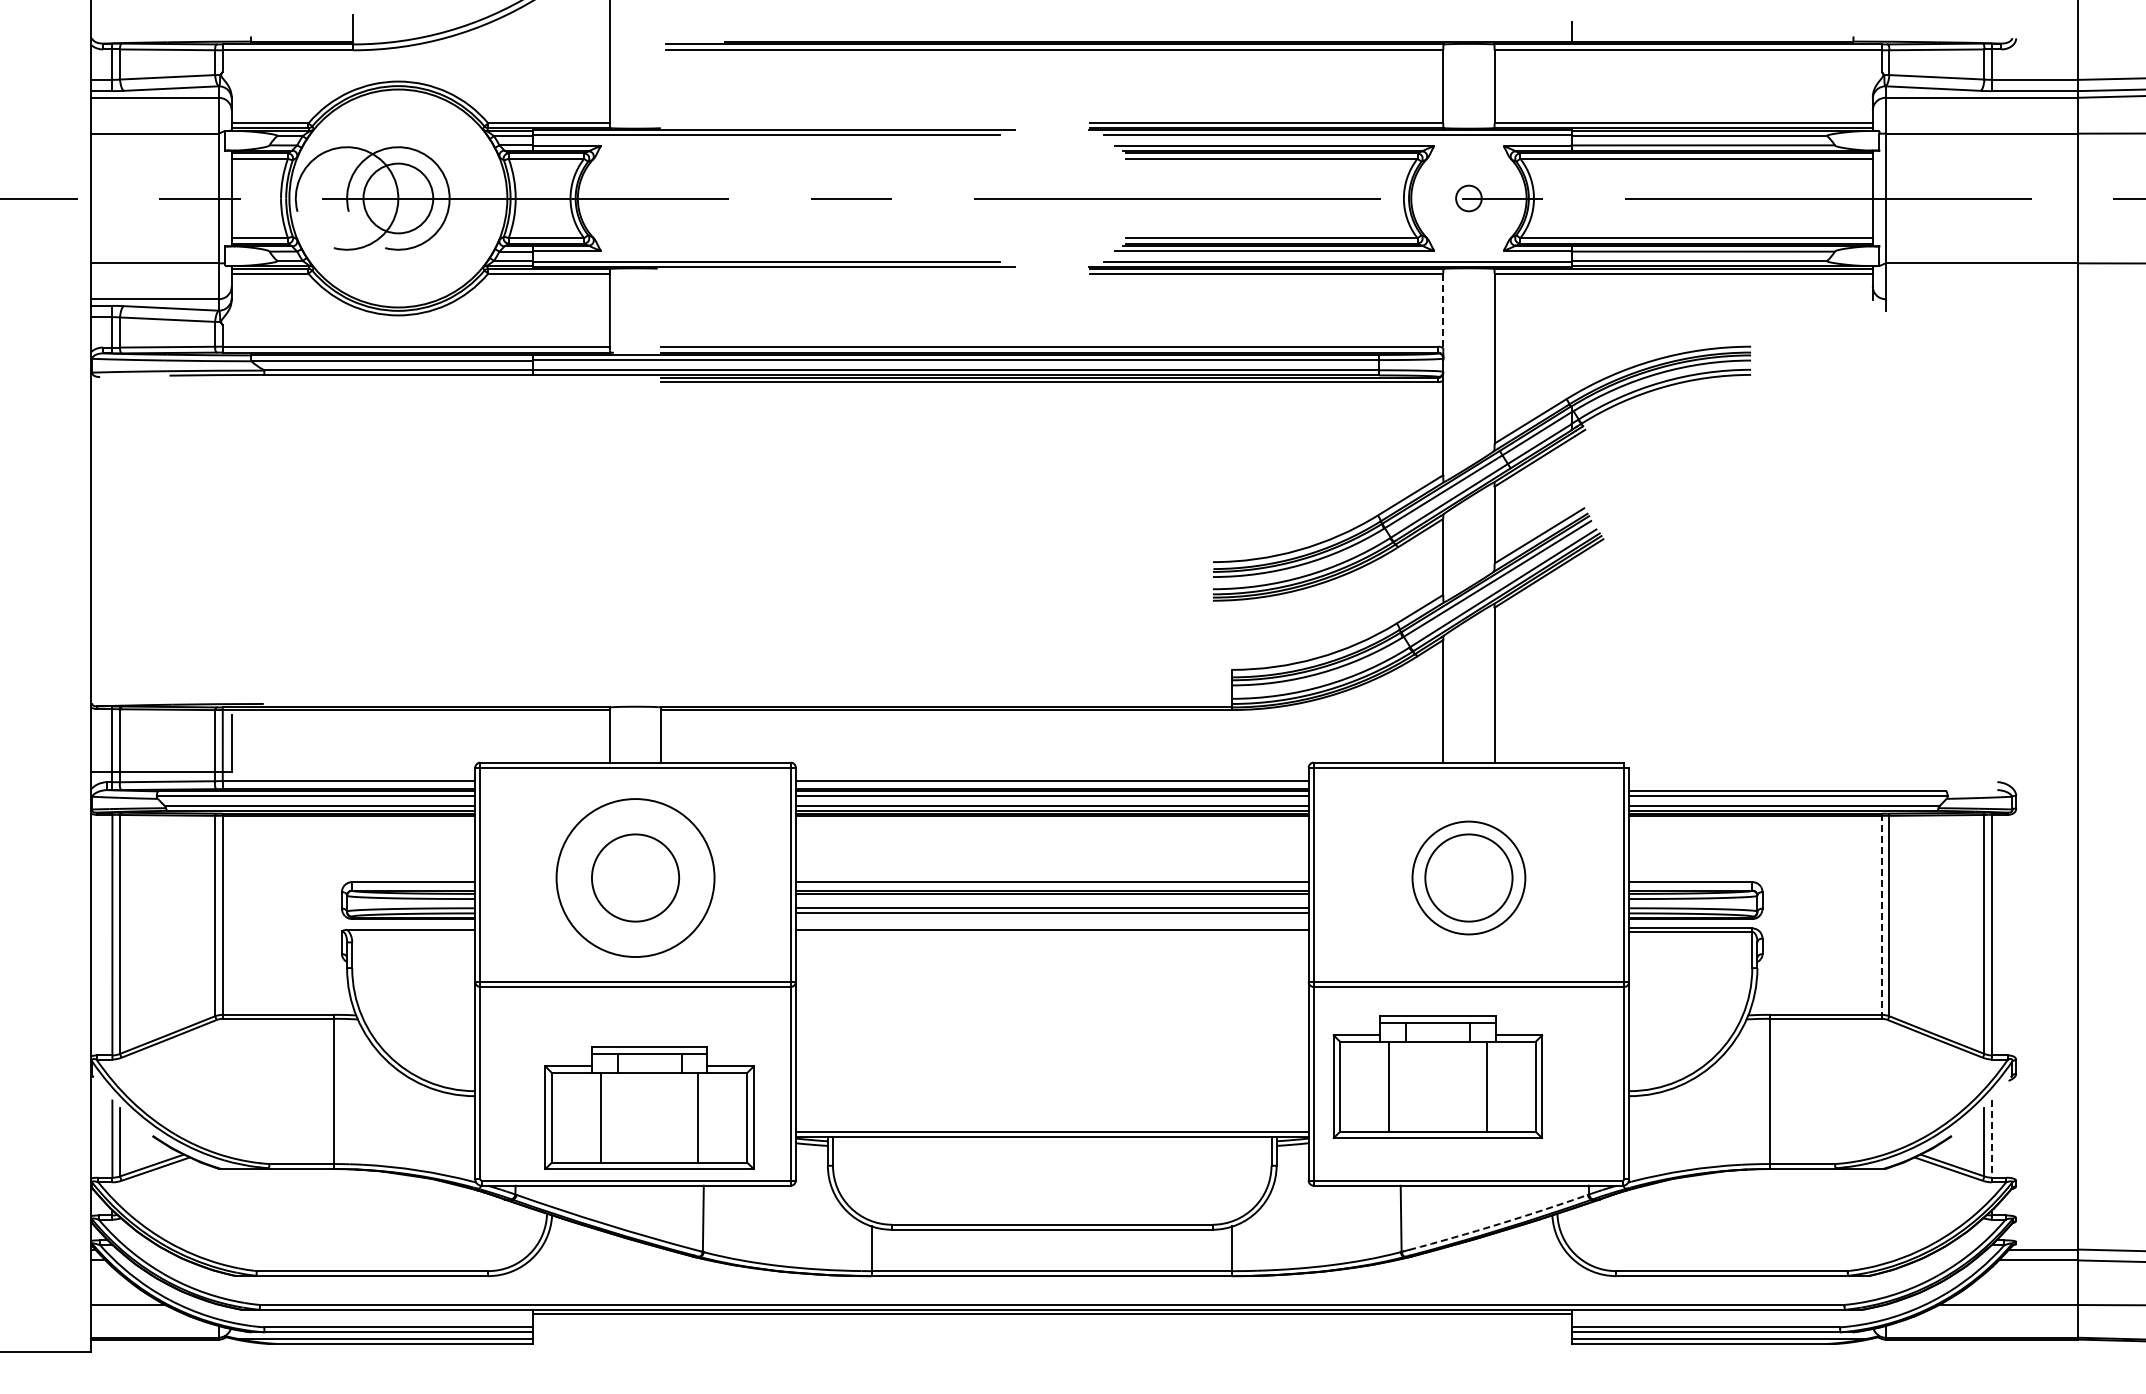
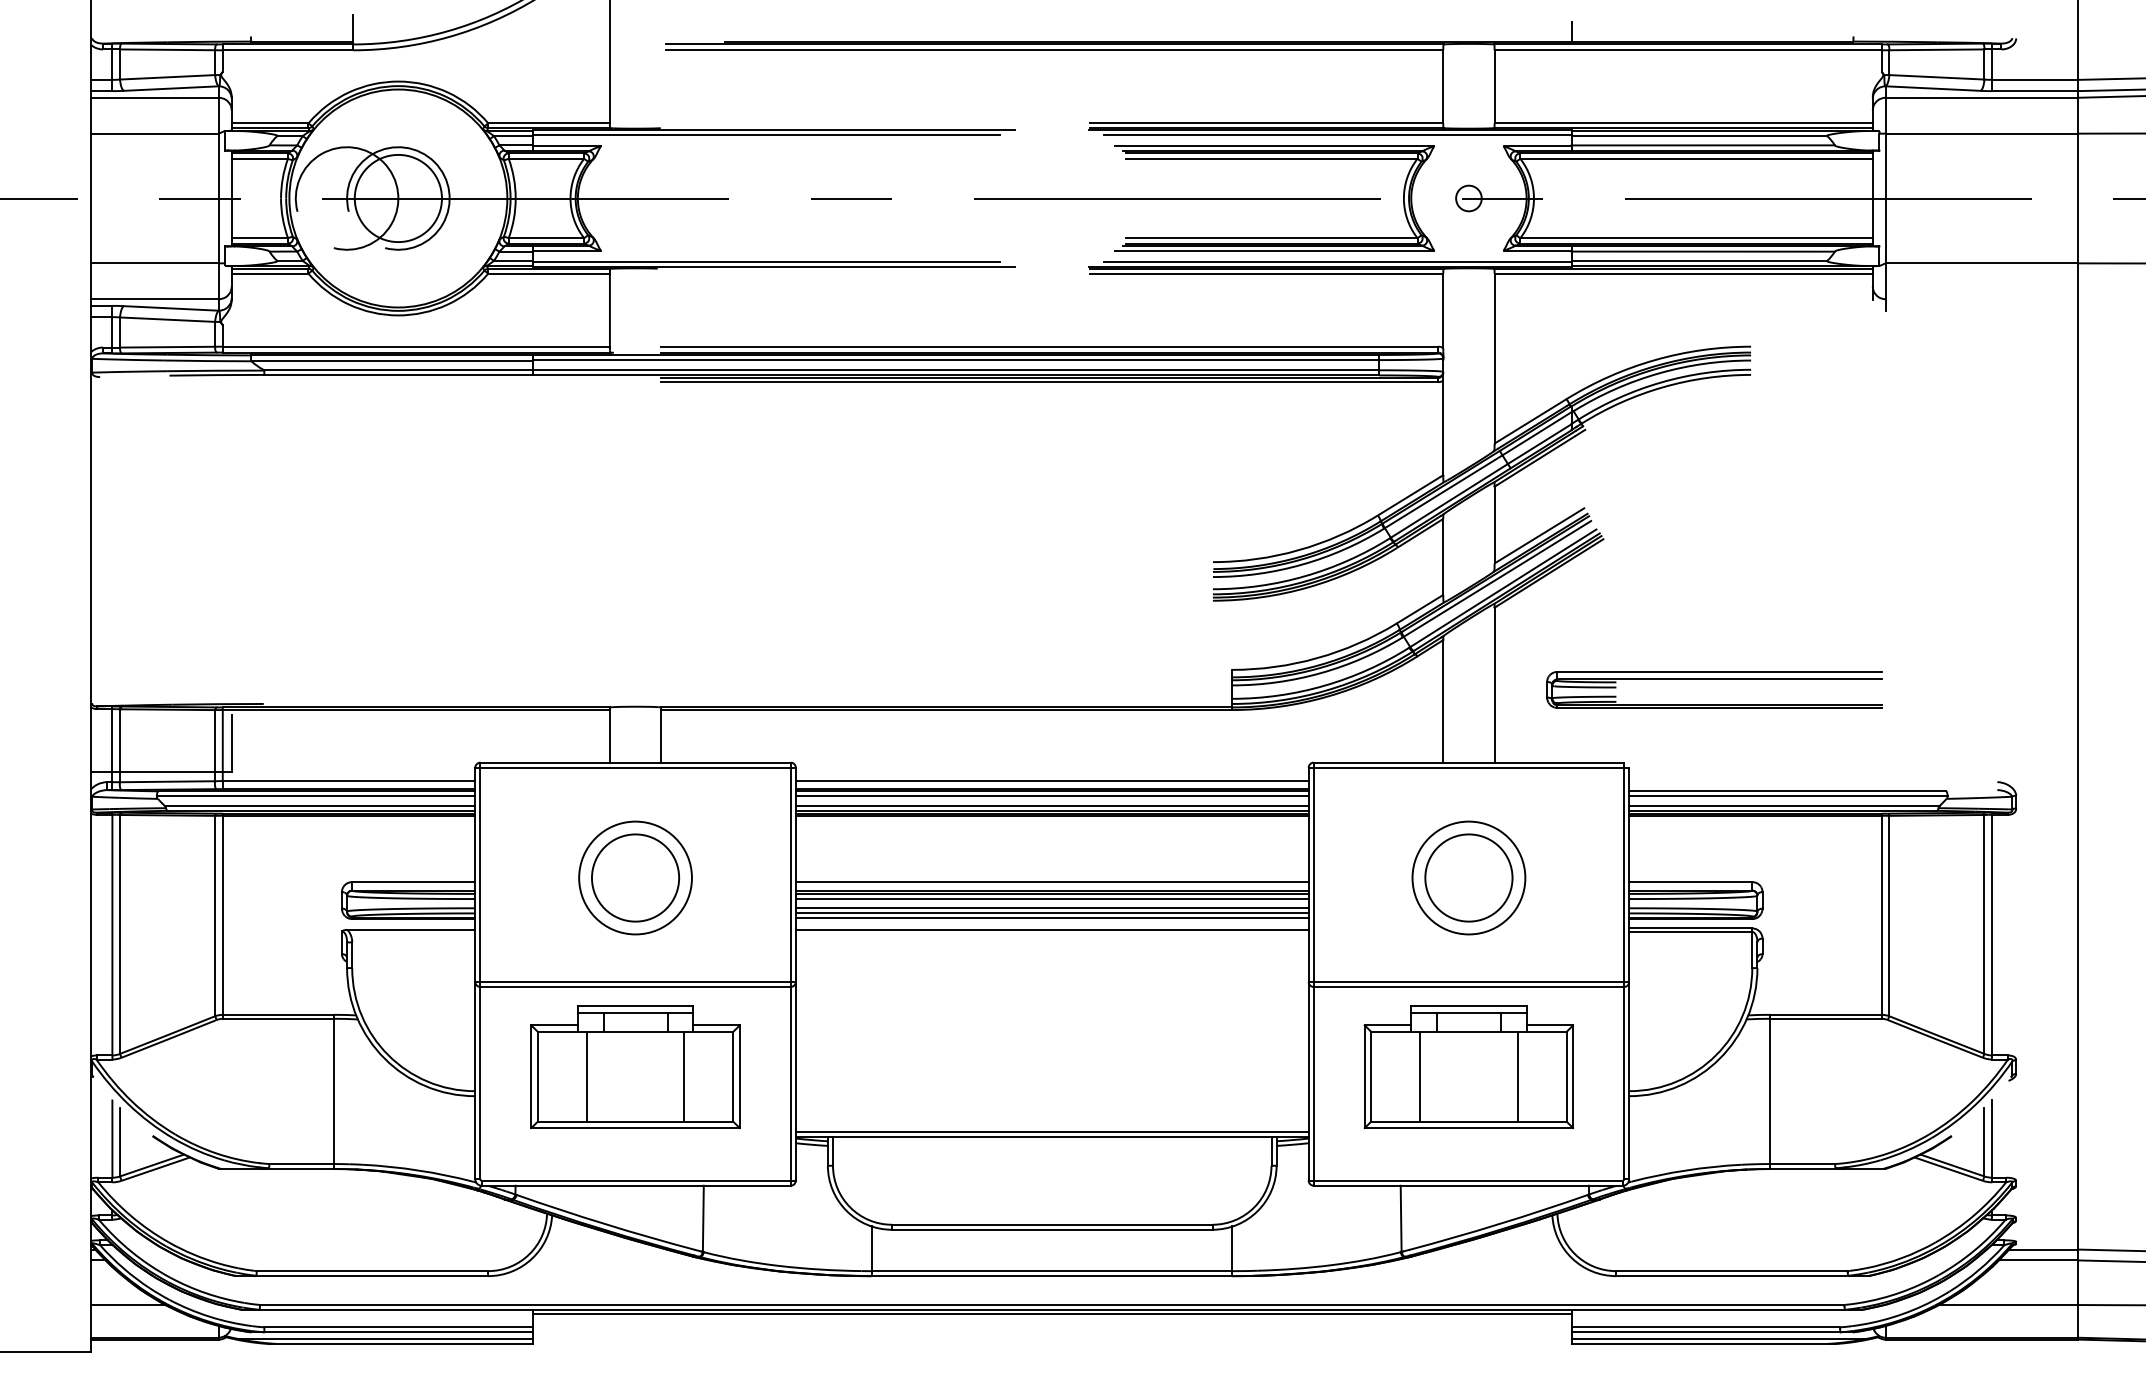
circle at (398, 198) diameter: 70 px -> 87 px
line at (1443, 311): dashed -> solid
part at (1714, 679): none -> present
circle at (635, 878) diameter: 158 px -> 113 px
line at (1051, 899): none -> present
line at (1881, 916): dashed -> solid
line at (1051, 917): none -> present
part at (1437, 1077) position: (1437, 1077) -> (1468, 1067)
part at (649, 1108) position: (649, 1108) -> (635, 1067)
line at (1992, 1141): dashed -> solid
arc at (1499, 1224): dashed -> solid
